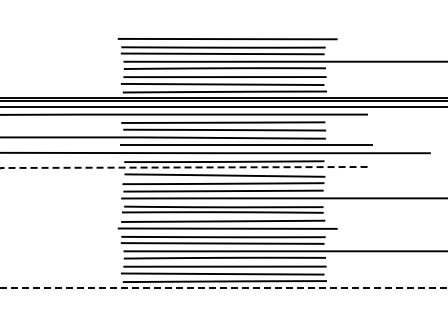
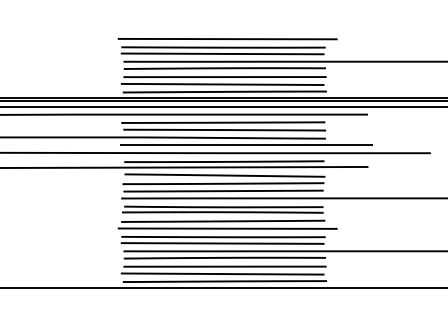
line at (183, 167): dashed -> solid
line at (223, 287): dashed -> solid
